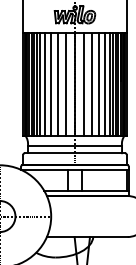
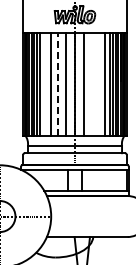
line at (44, 84): present -> none
line at (57, 84): solid -> dashed
line at (92, 84): present -> none
line at (99, 84): present -> none
